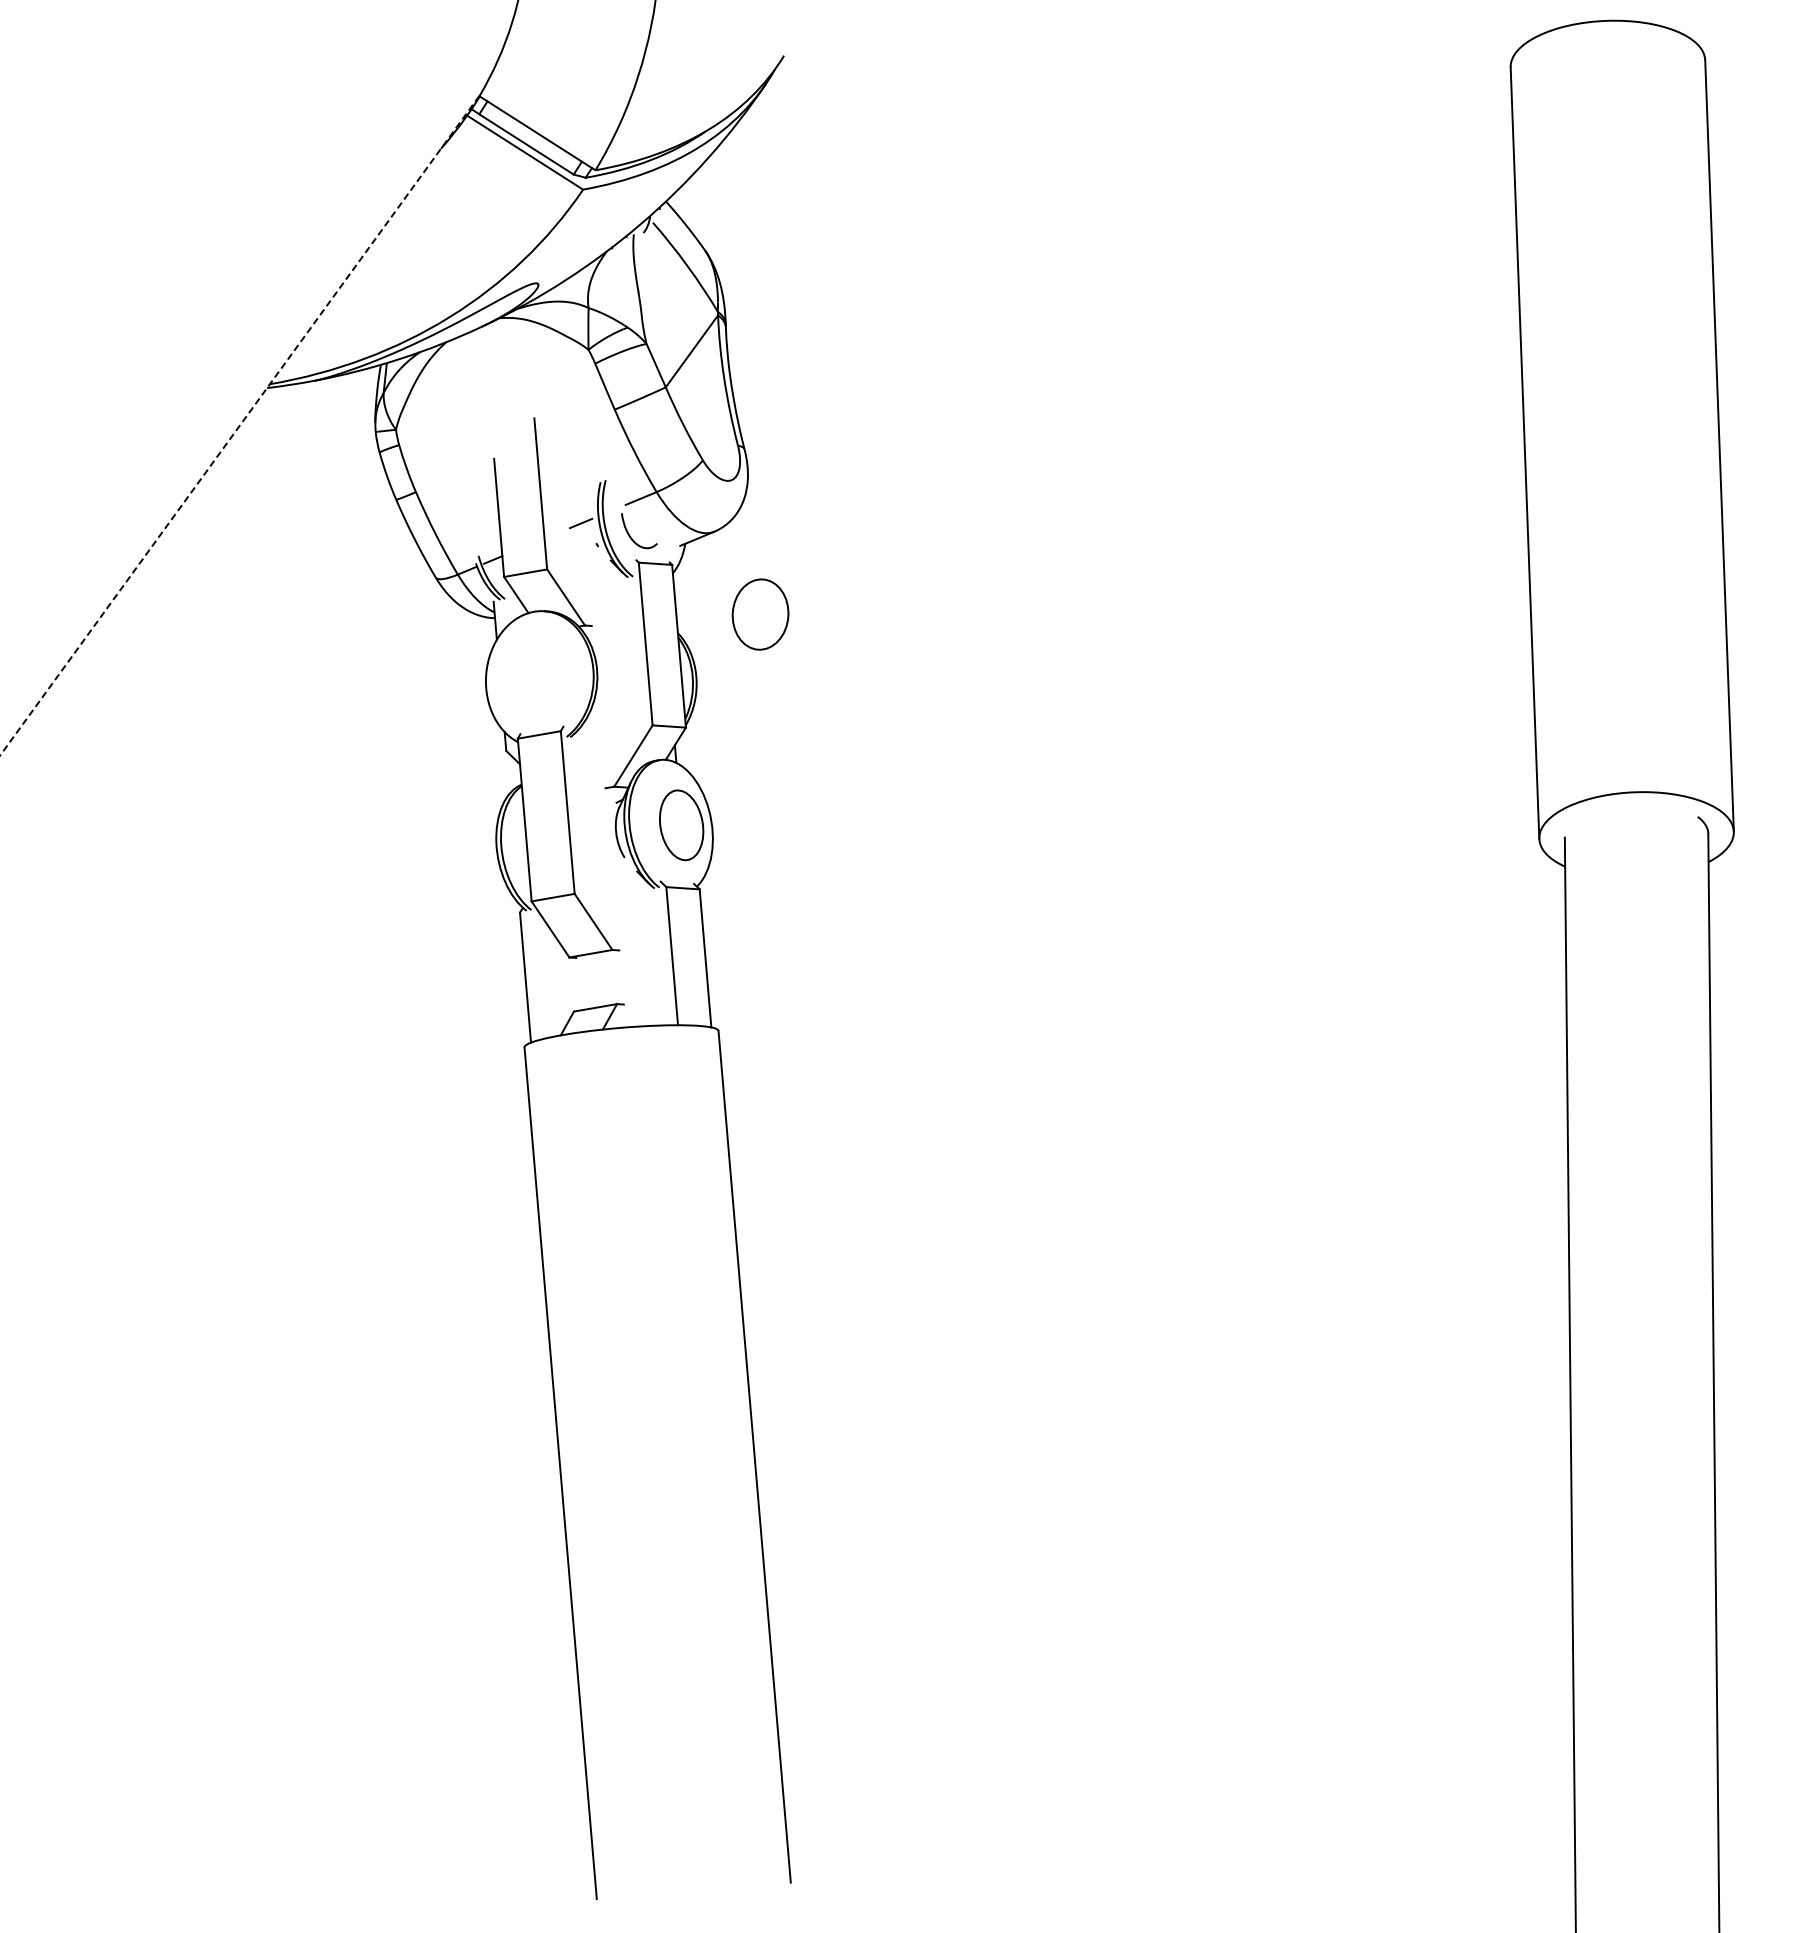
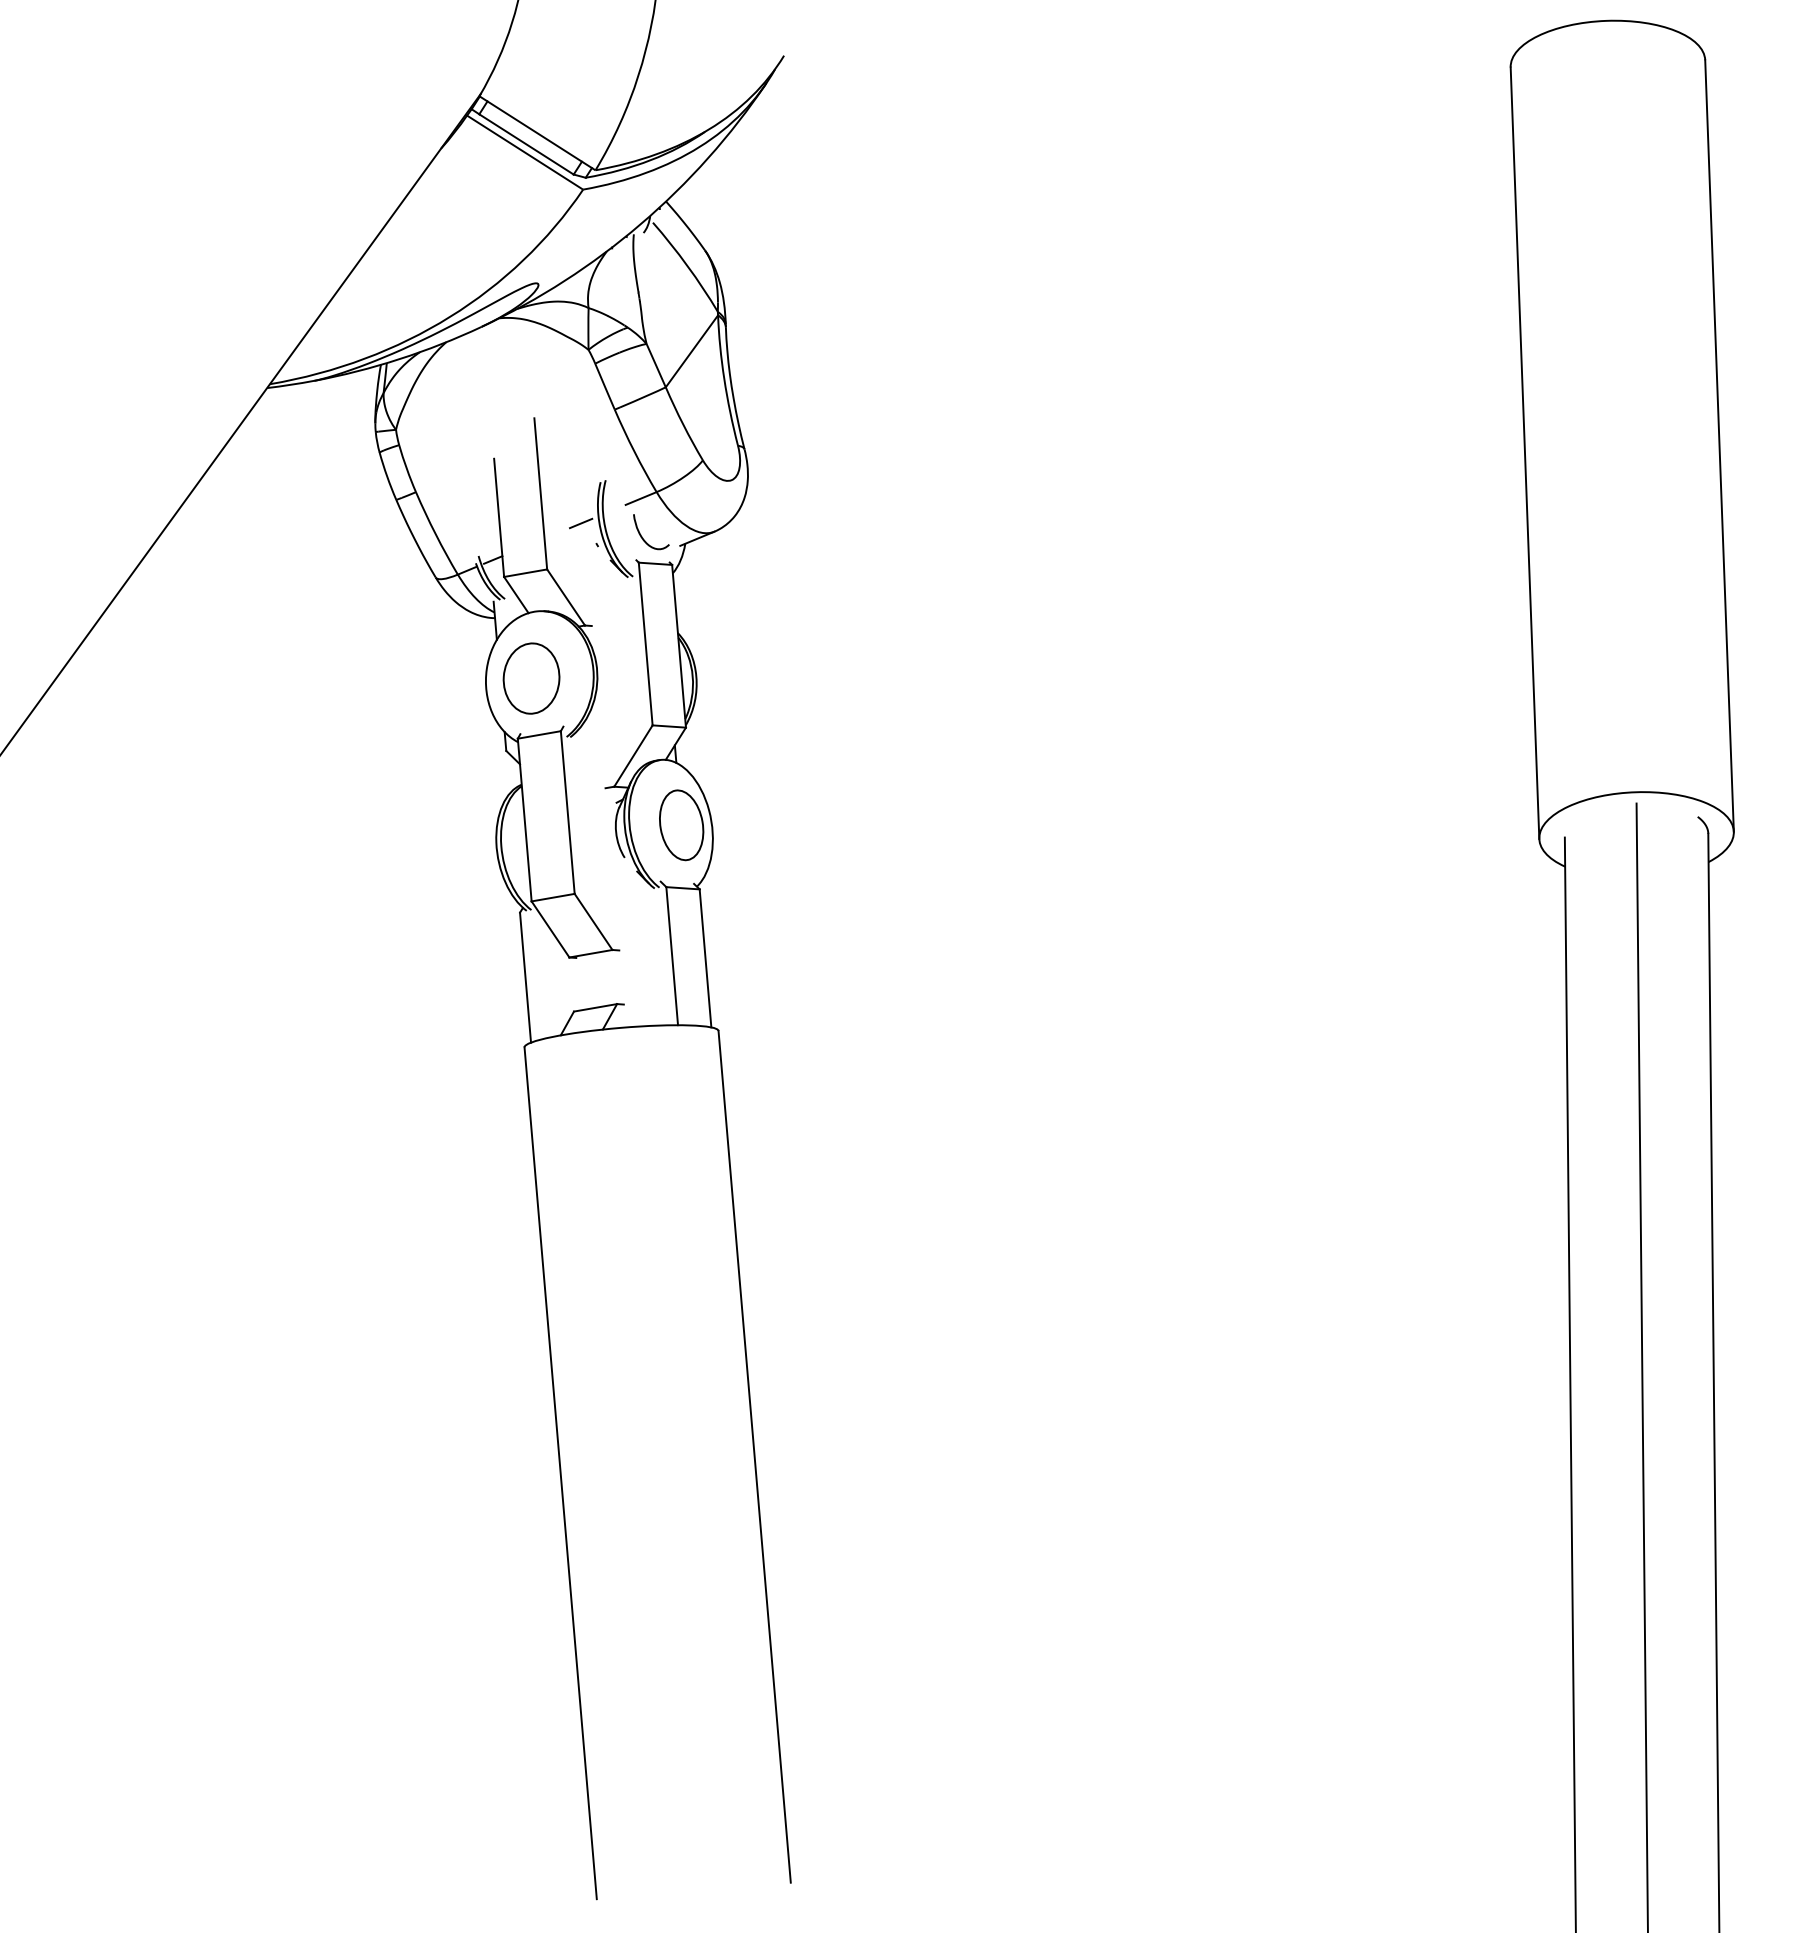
line at (240, 424): dashed -> solid
curve at (630, 535) position: (630, 535) -> (642, 536)
part at (760, 614) position: (760, 614) -> (531, 678)
line at (1641, 1366): none -> present
